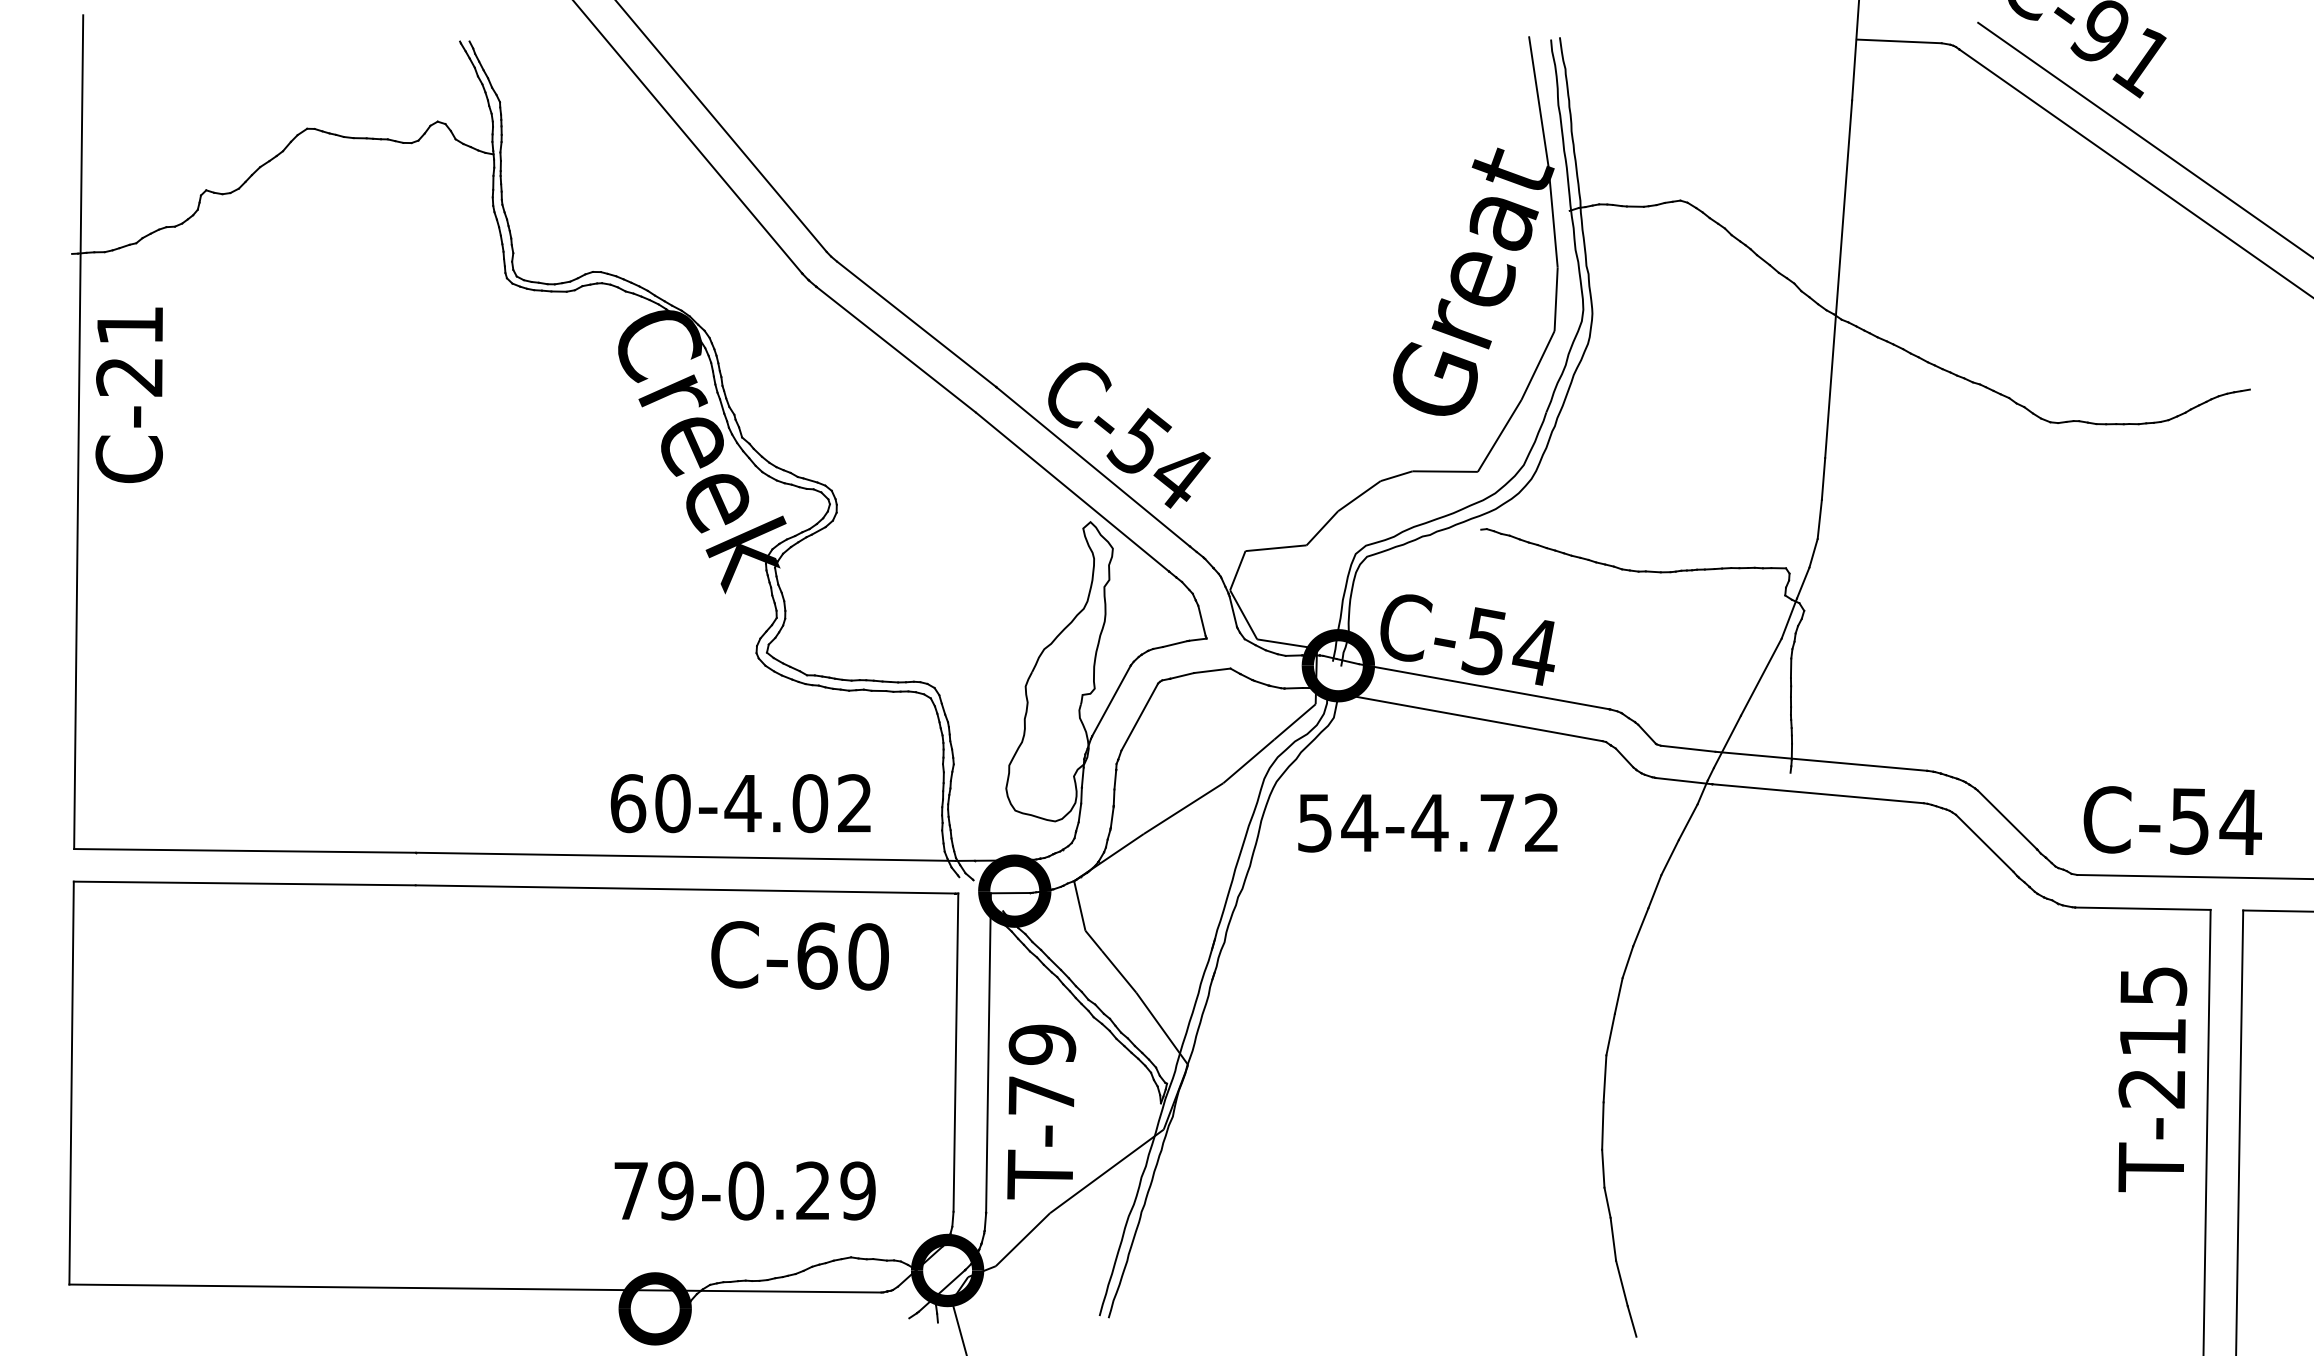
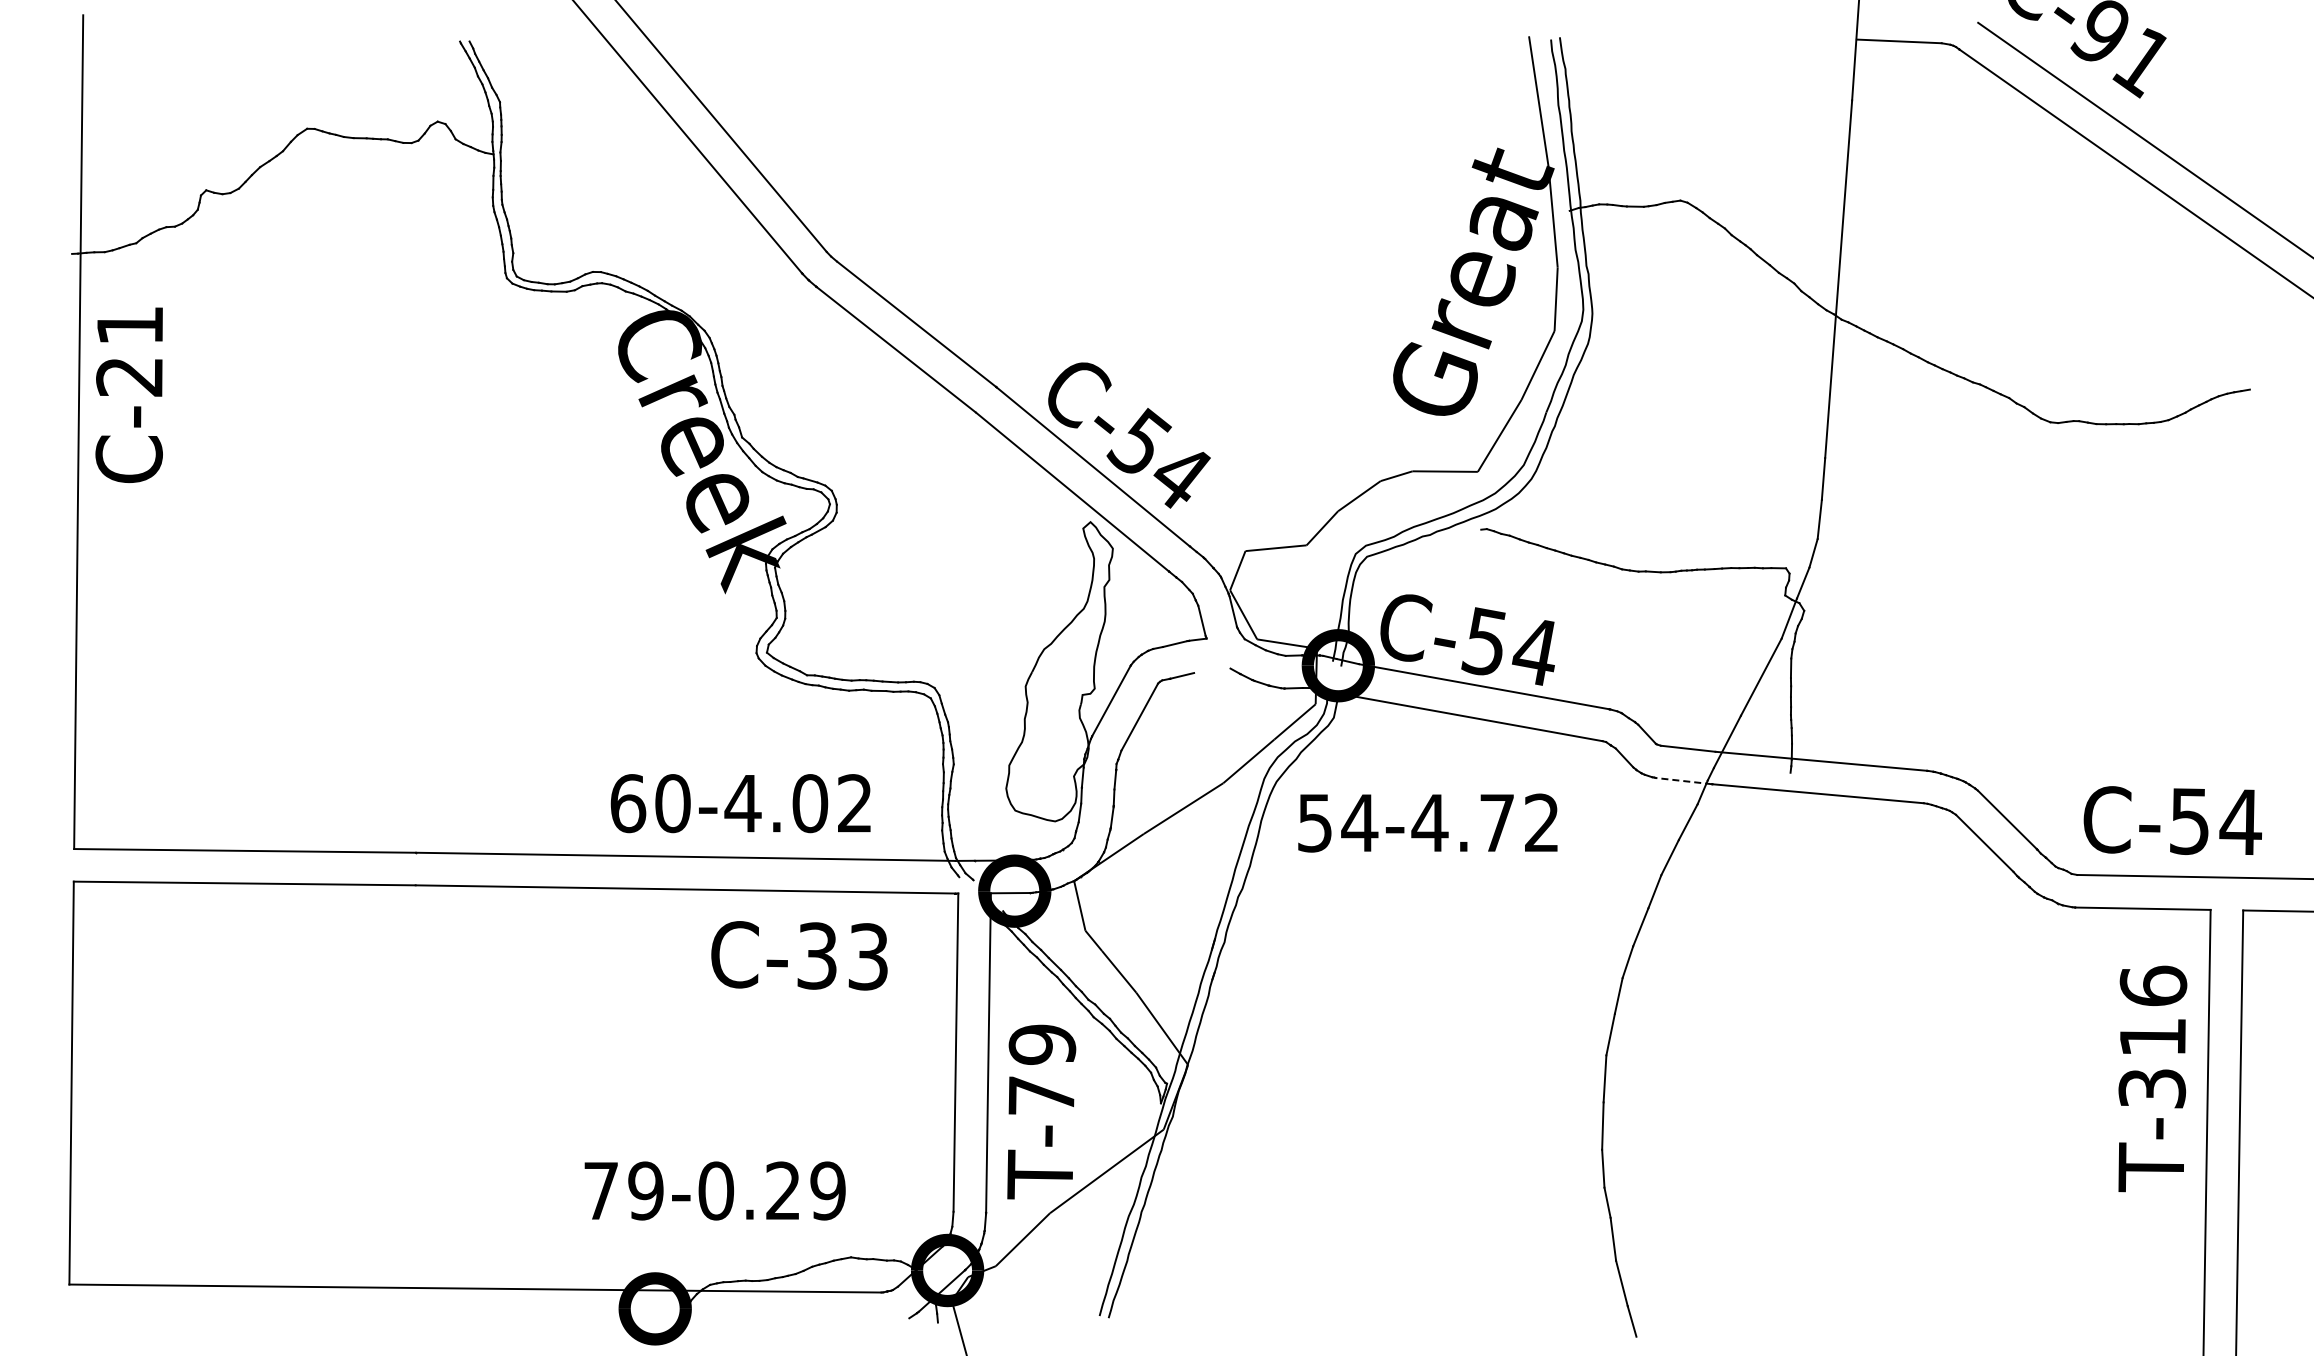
line at (1212, 670): present -> none
line at (1683, 781): solid -> dashed
text at (842, 956): C-60 -> C-33
text at (2152, 1036): T-215 -> T-316
text at (744, 1190) position: (744, 1190) -> (714, 1190)
